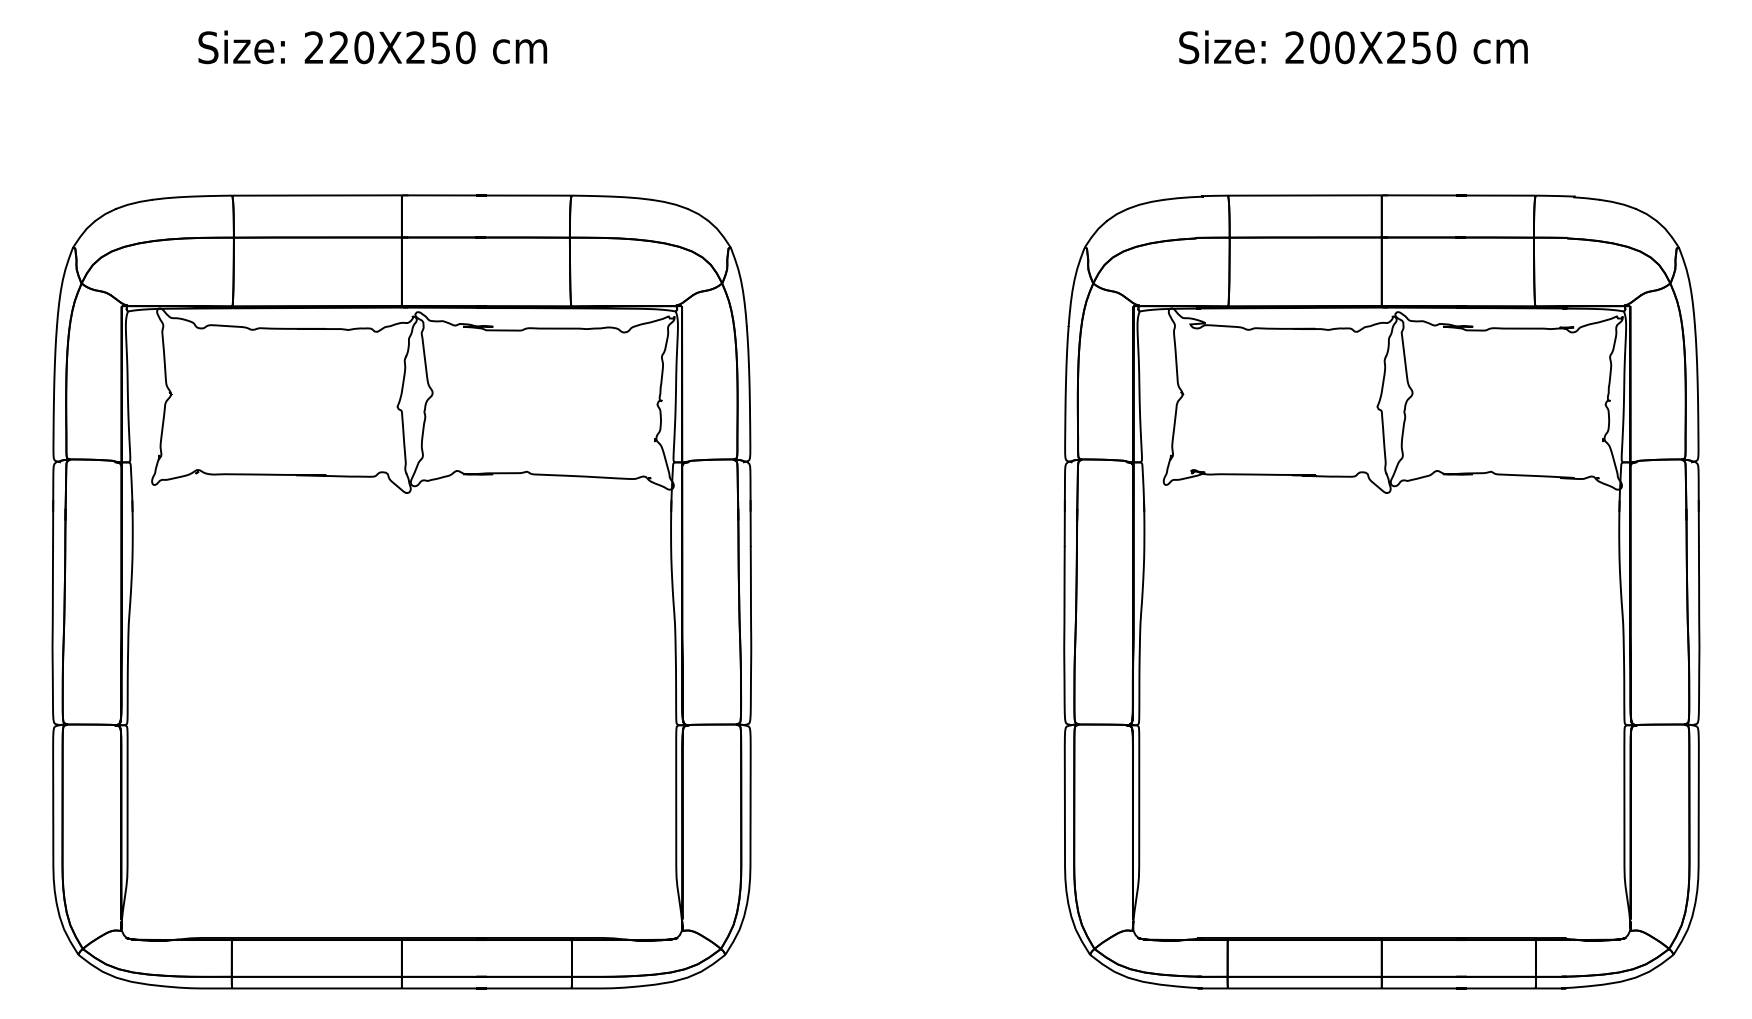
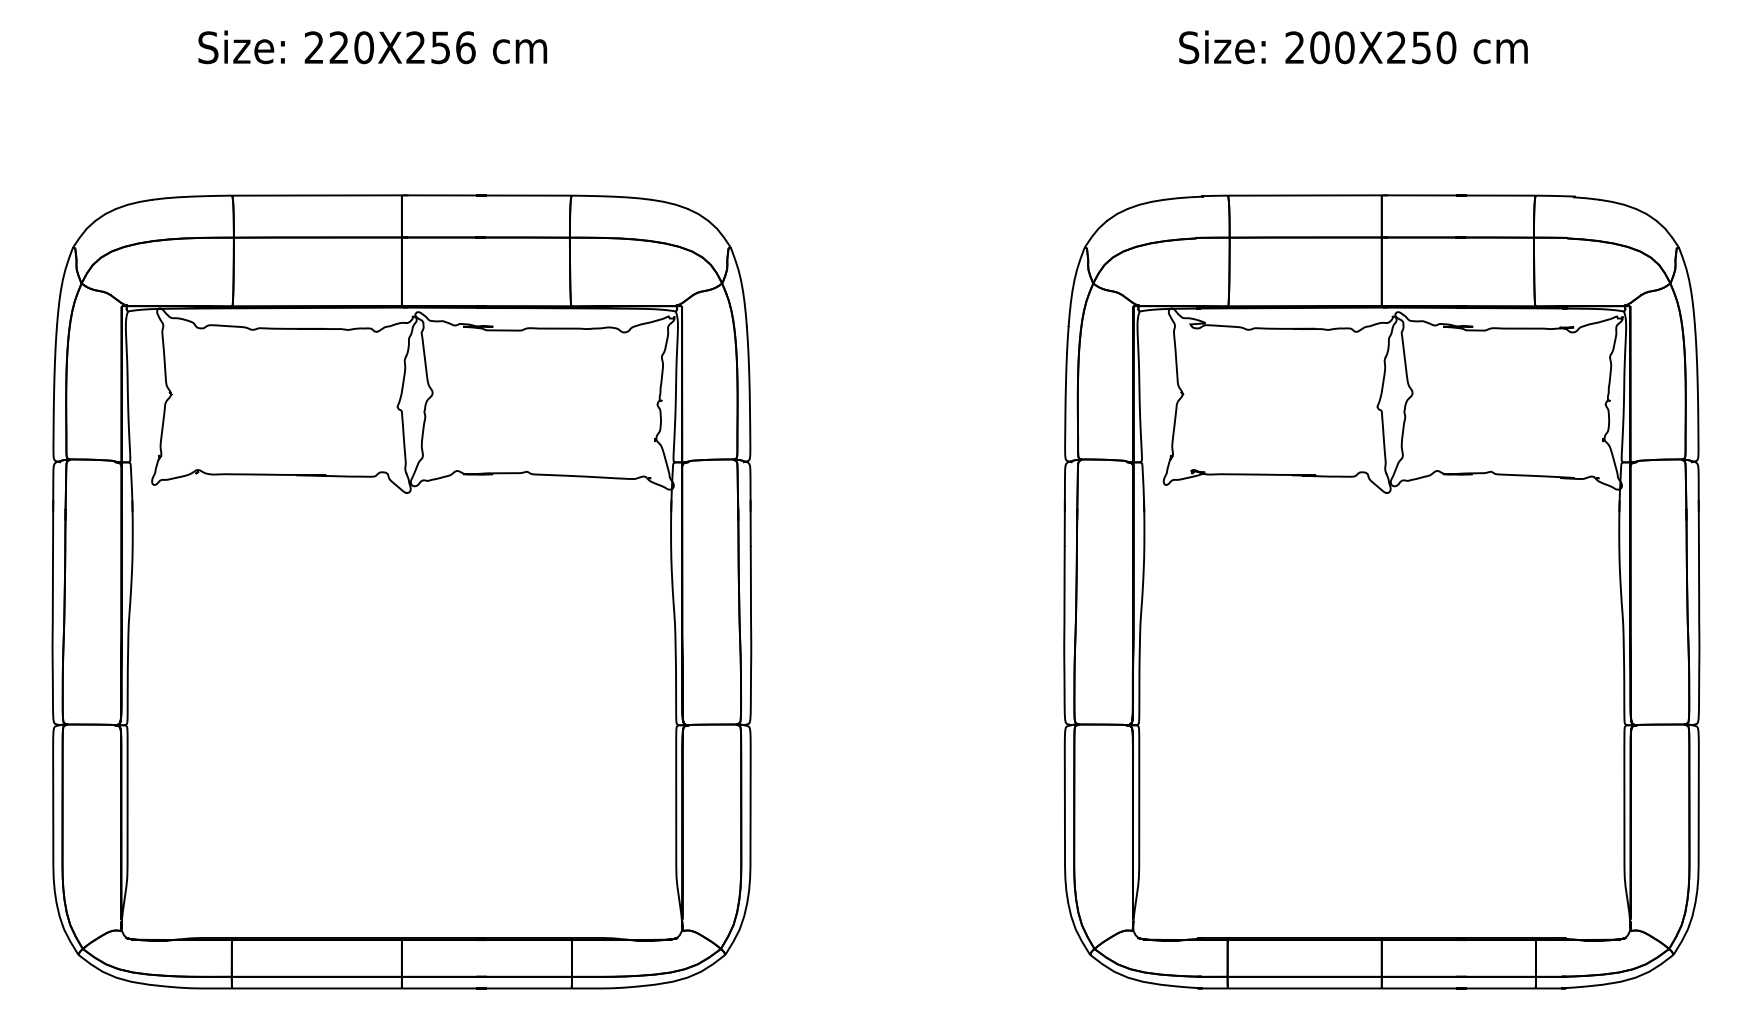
text at (465, 47): 220X250 -> 220X256
